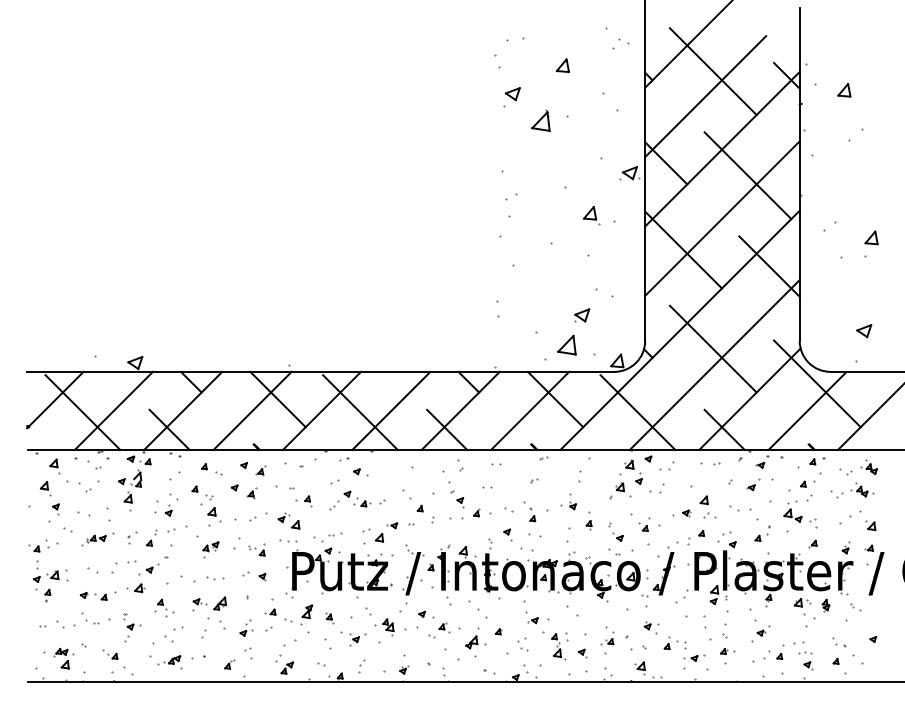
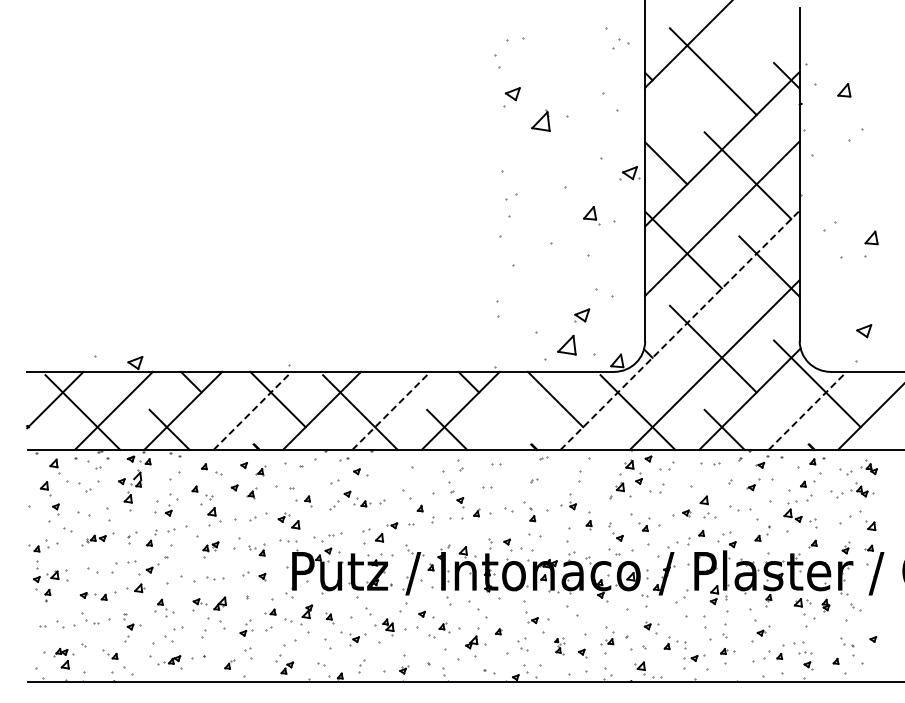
part at (562, 65): present -> none
line at (705, 96): present -> none
line at (680, 329): solid -> dashed
line at (253, 410): solid -> dashed
line at (391, 410): solid -> dashed
line at (530, 410): present -> none
line at (808, 410): solid -> dashed
part at (507, 534) position: (507, 534) -> (507, 544)
part at (839, 642) position: (839, 642) -> (847, 642)
part at (559, 646) size: 18x29 px -> 12x19 px
